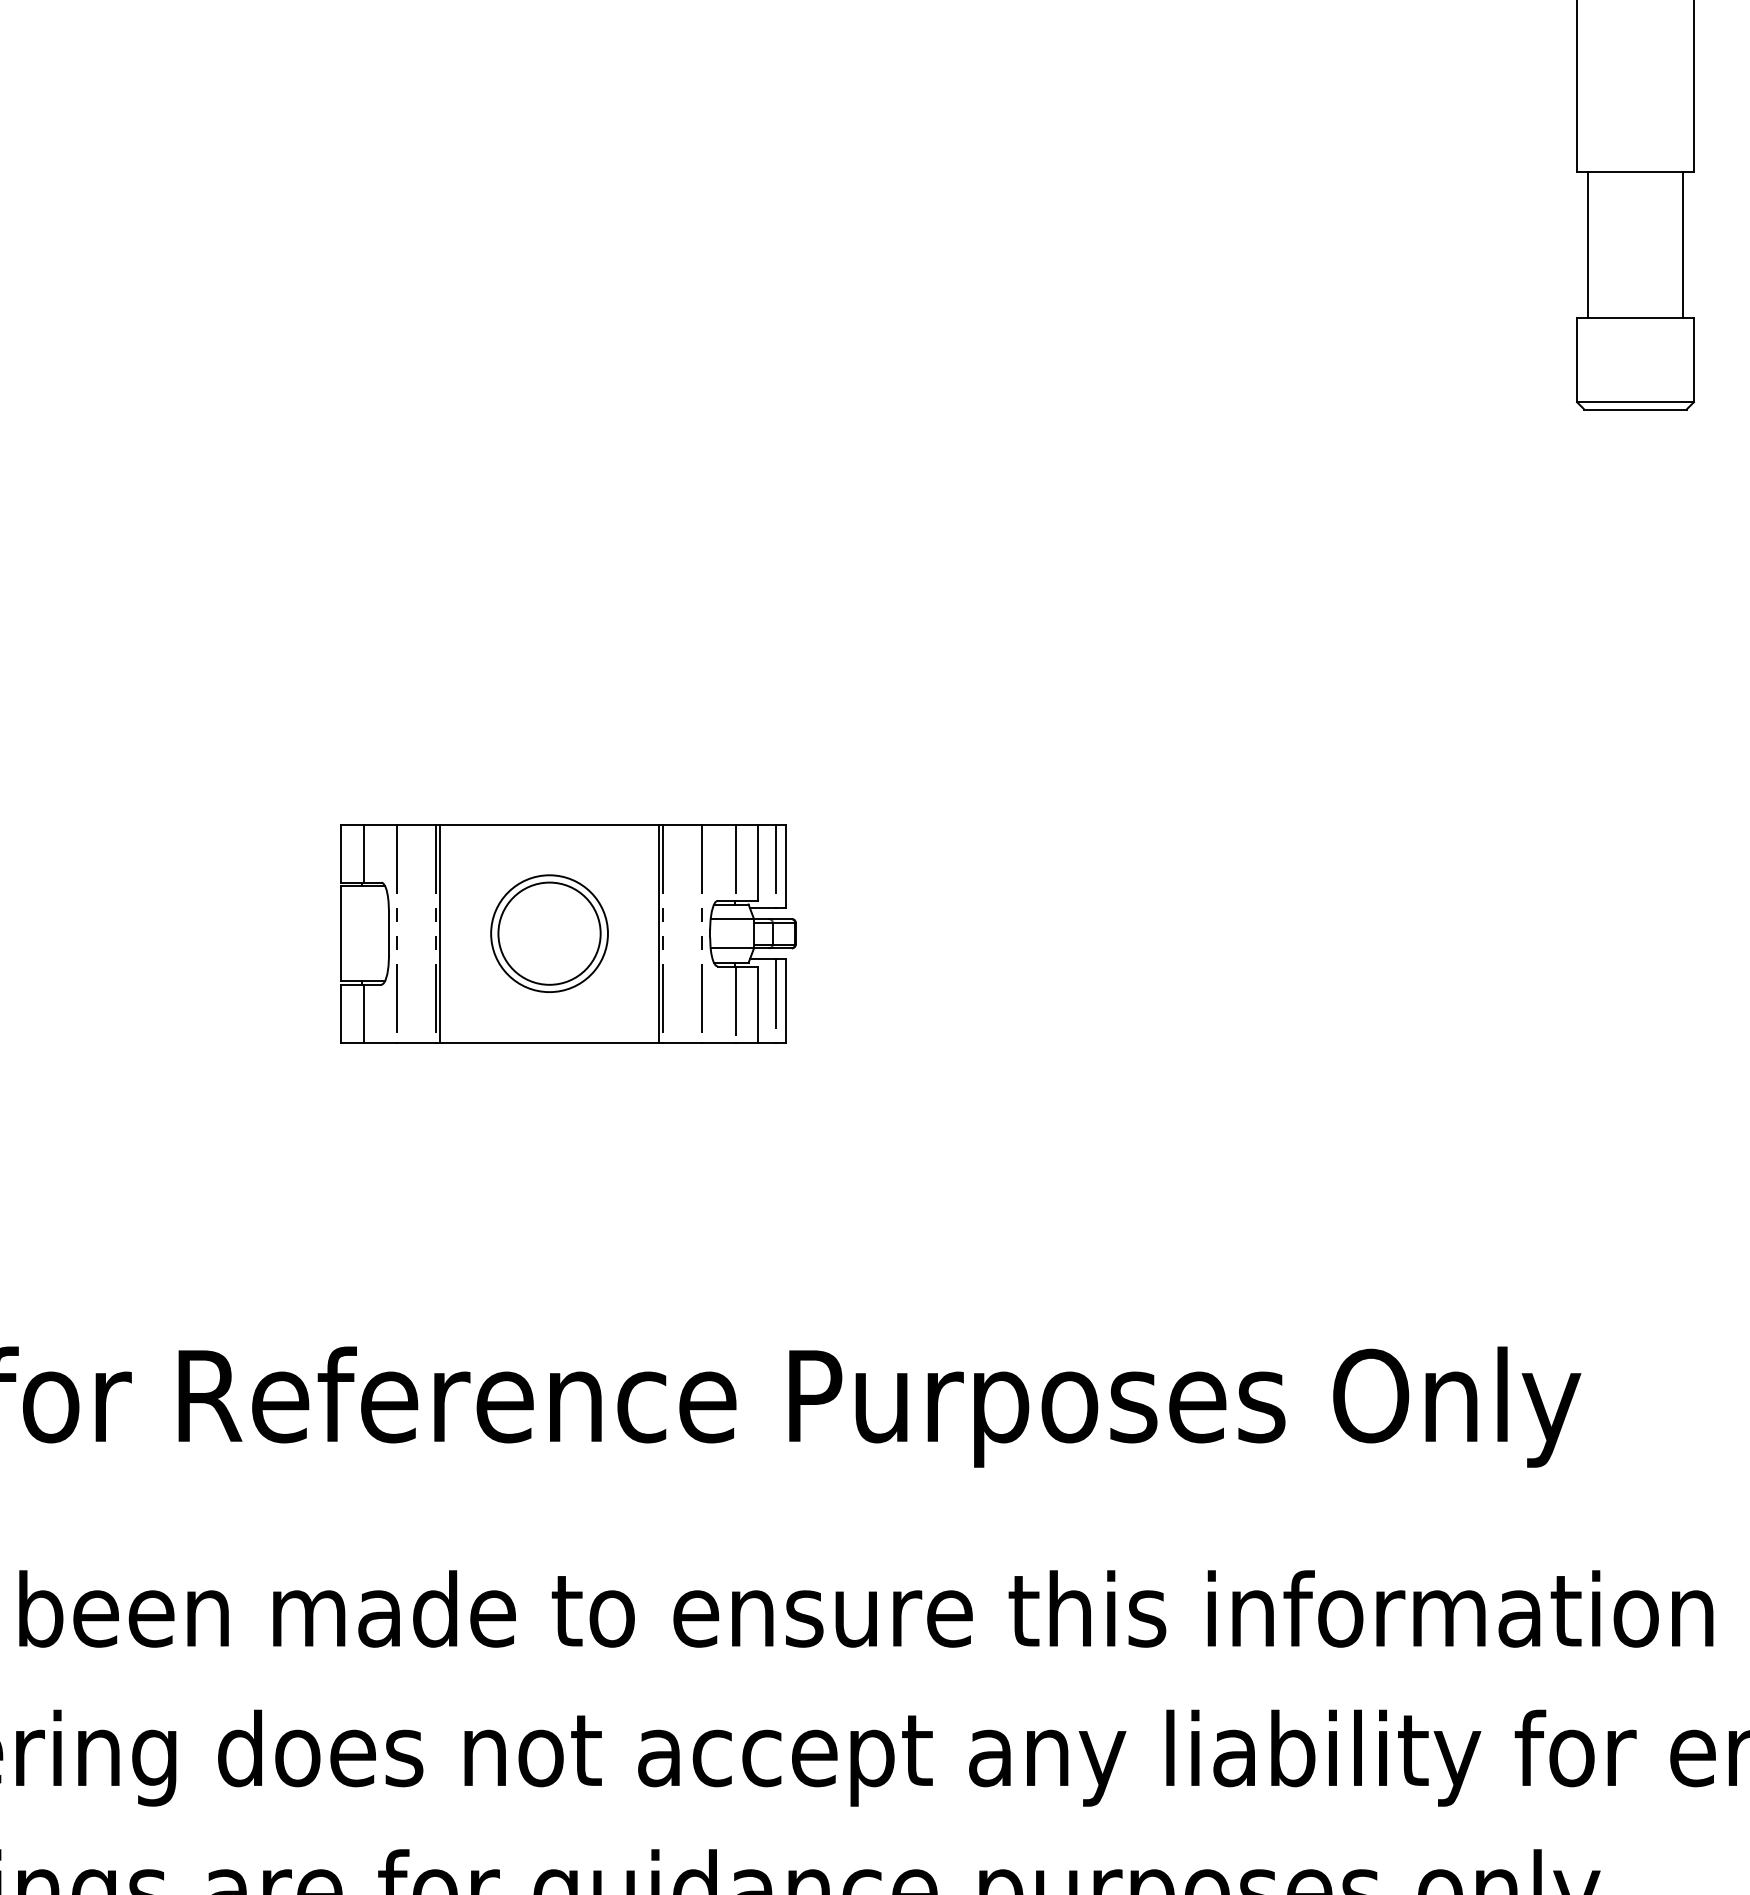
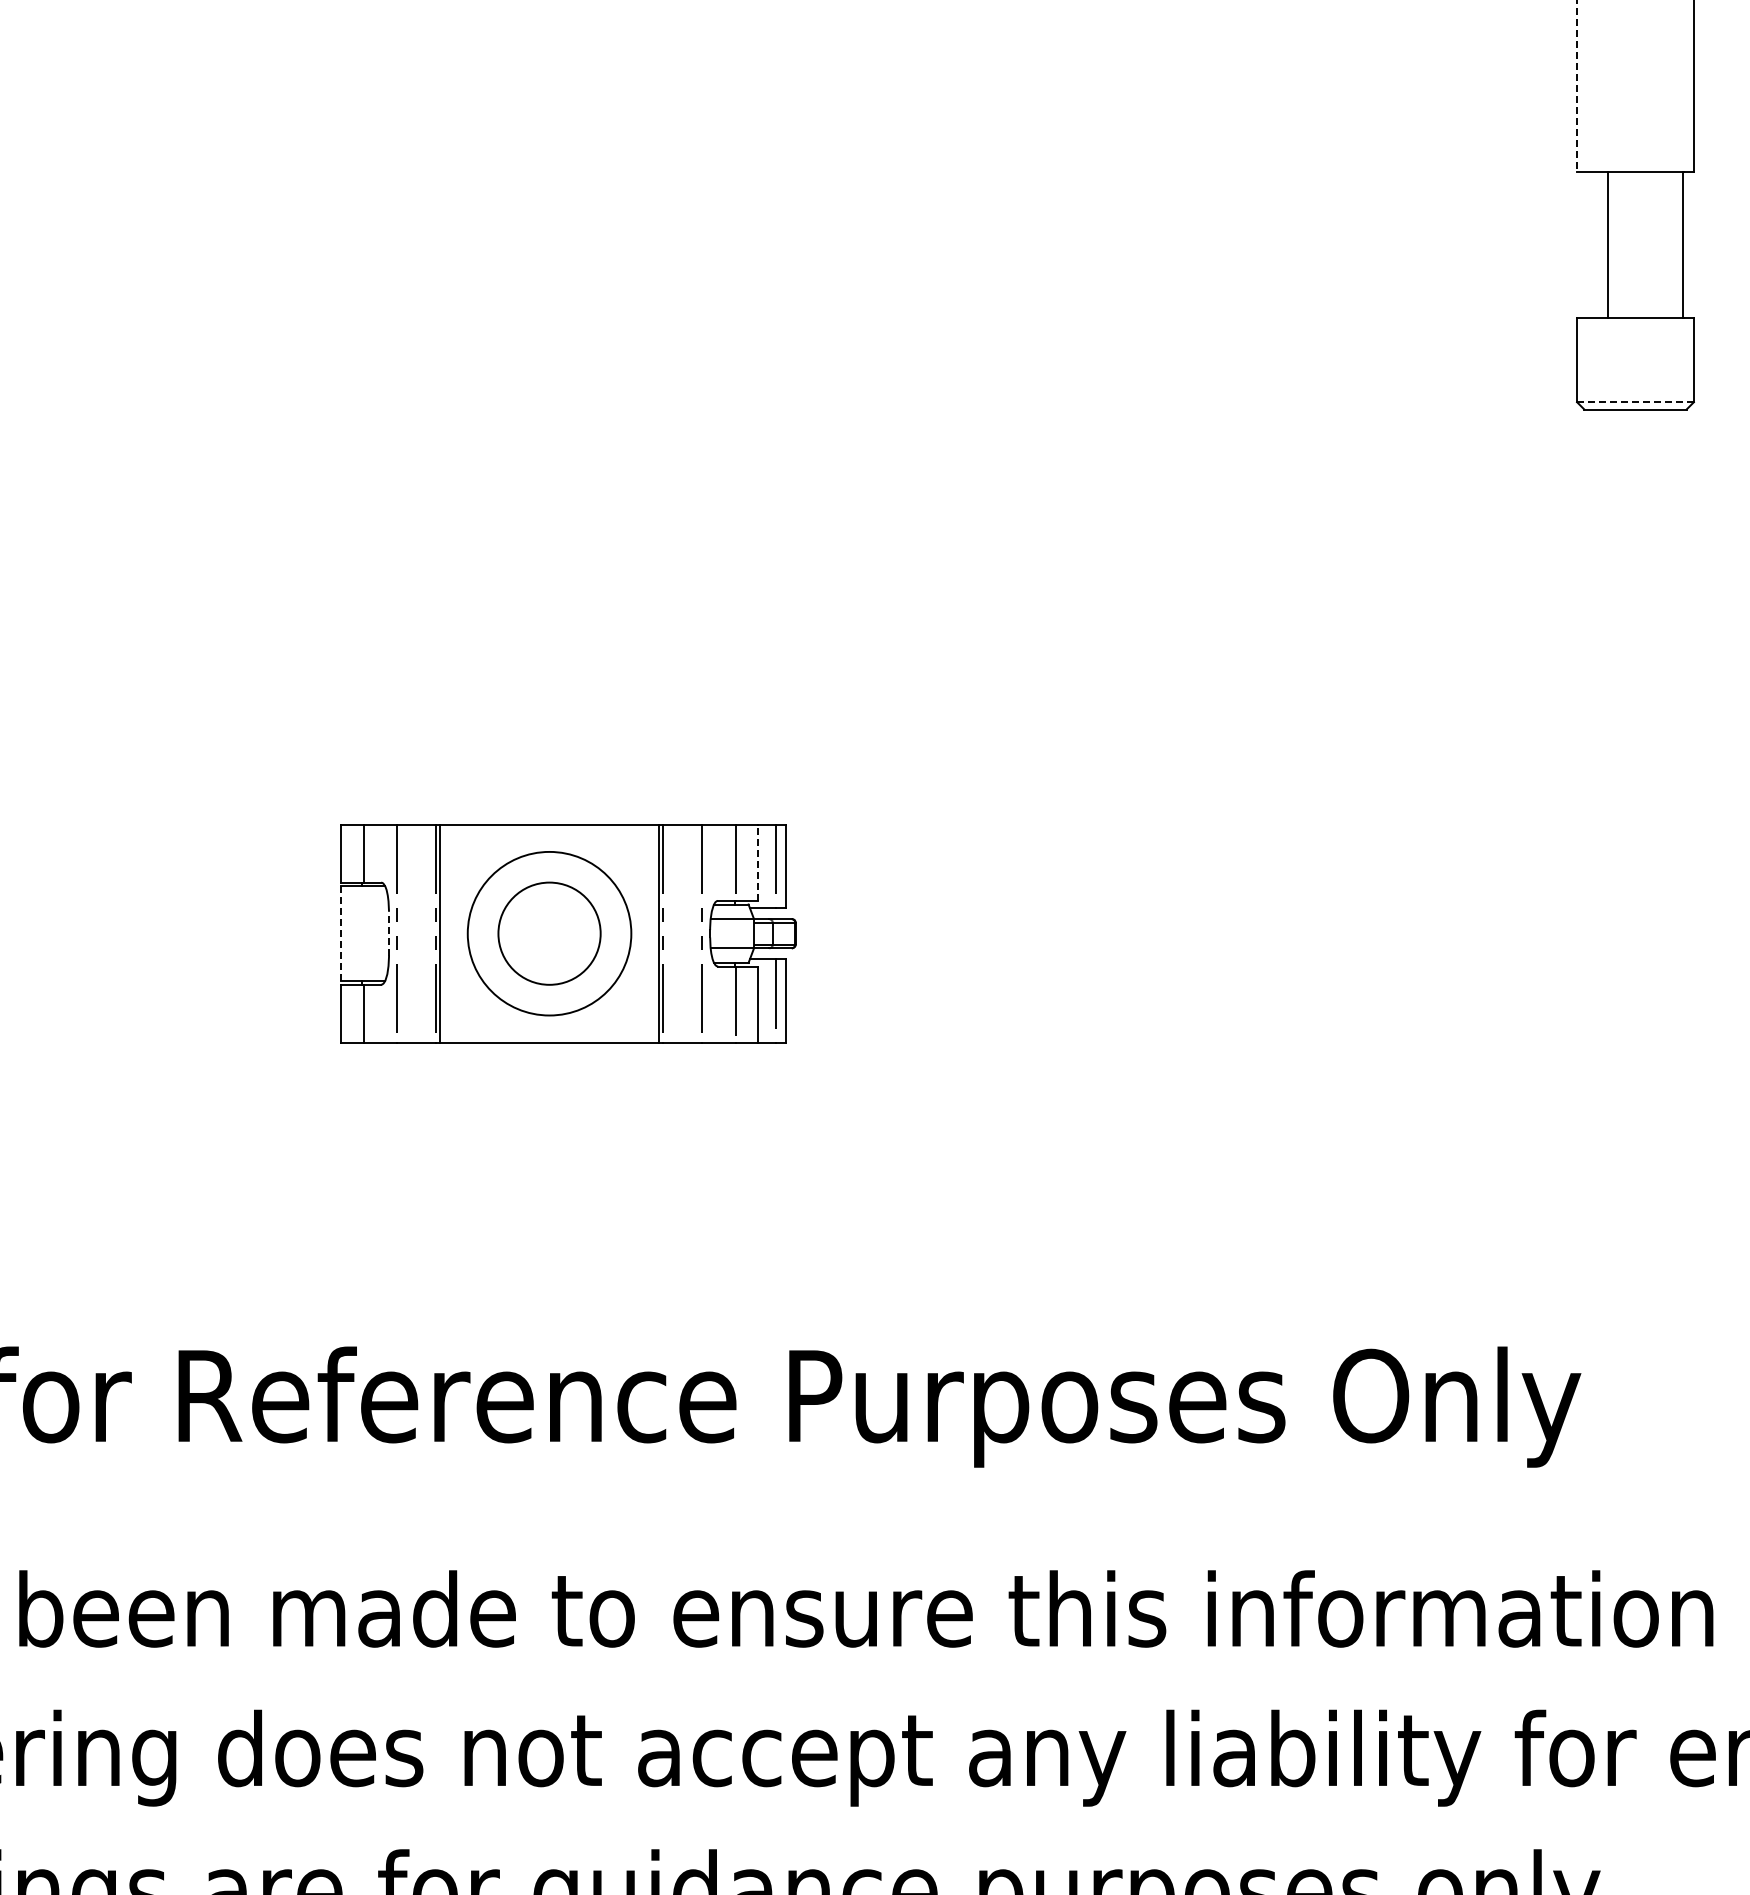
line at (1577, 86): solid -> dashed
line at (1588, 245) position: (1588, 245) -> (1608, 245)
line at (1635, 402): solid -> dashed
line at (757, 862): solid -> dashed
line at (389, 933): solid -> dashed
circle at (549, 933) diameter: 117 px -> 164 px
line at (341, 934): solid -> dashed
